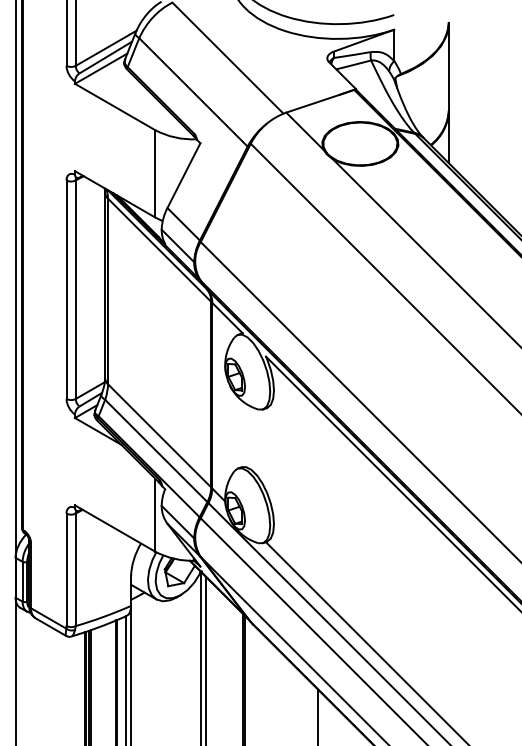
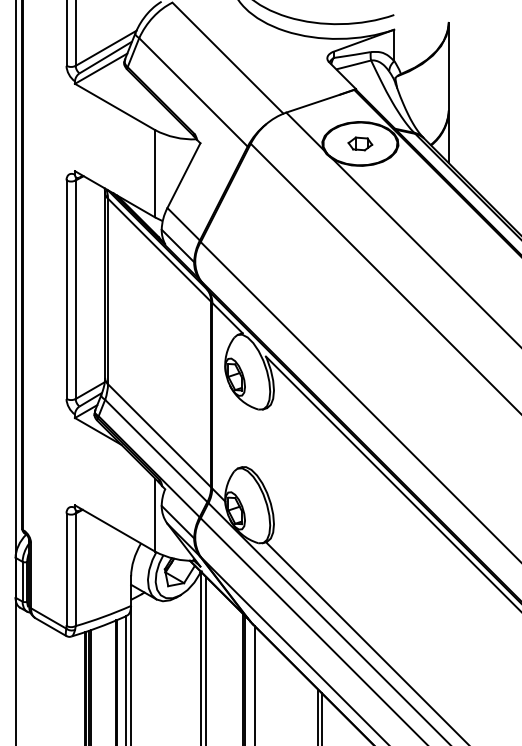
part at (360, 143): none -> present
line at (254, 684): none -> present
line at (321, 717): none -> present
